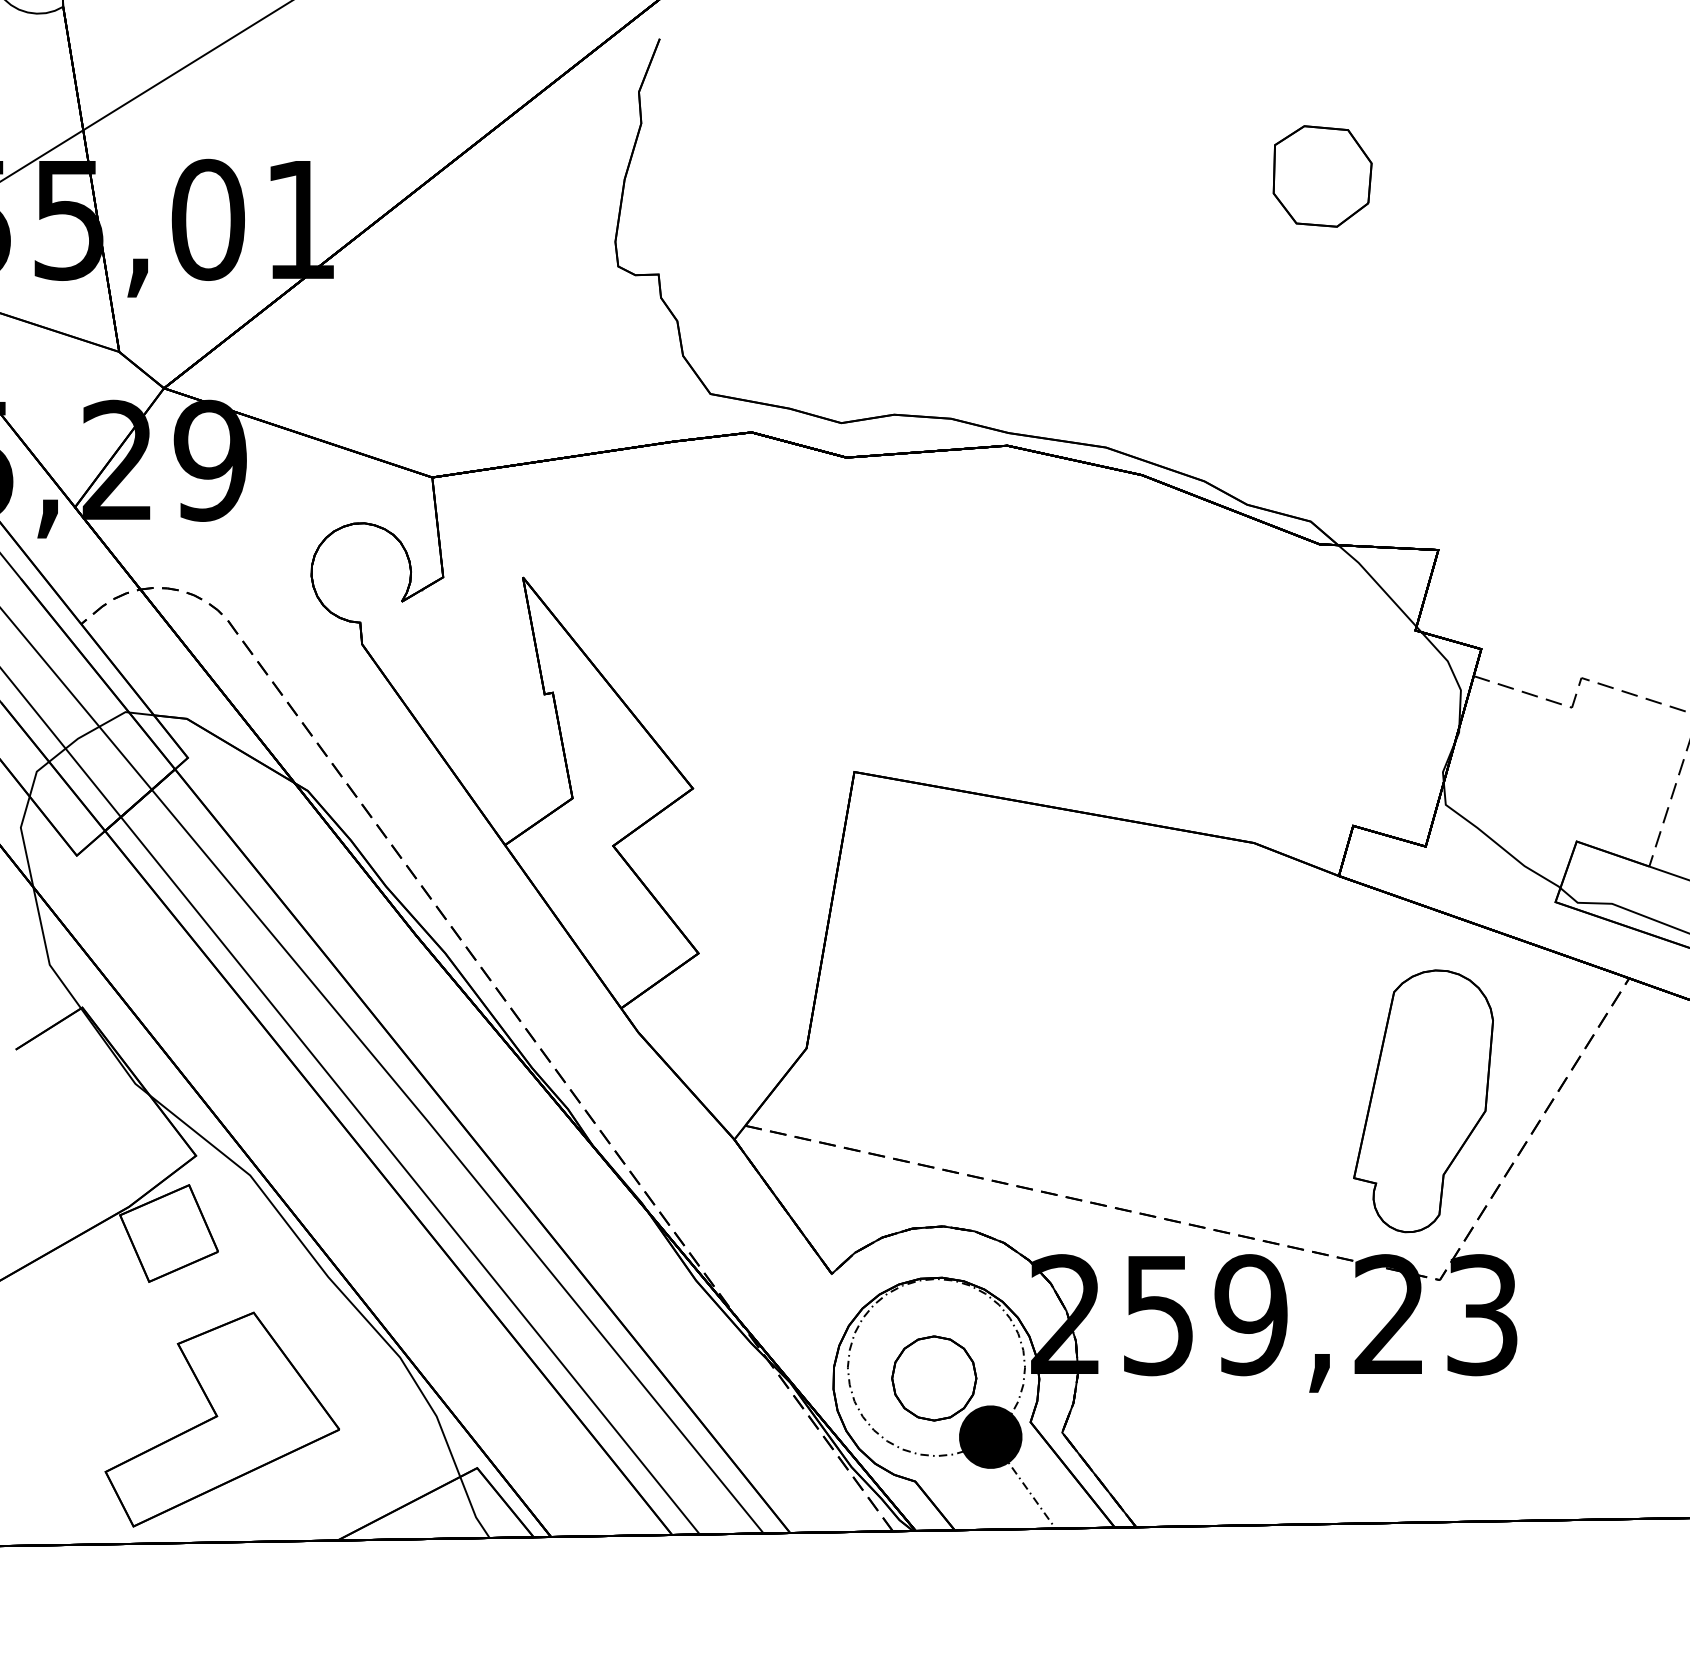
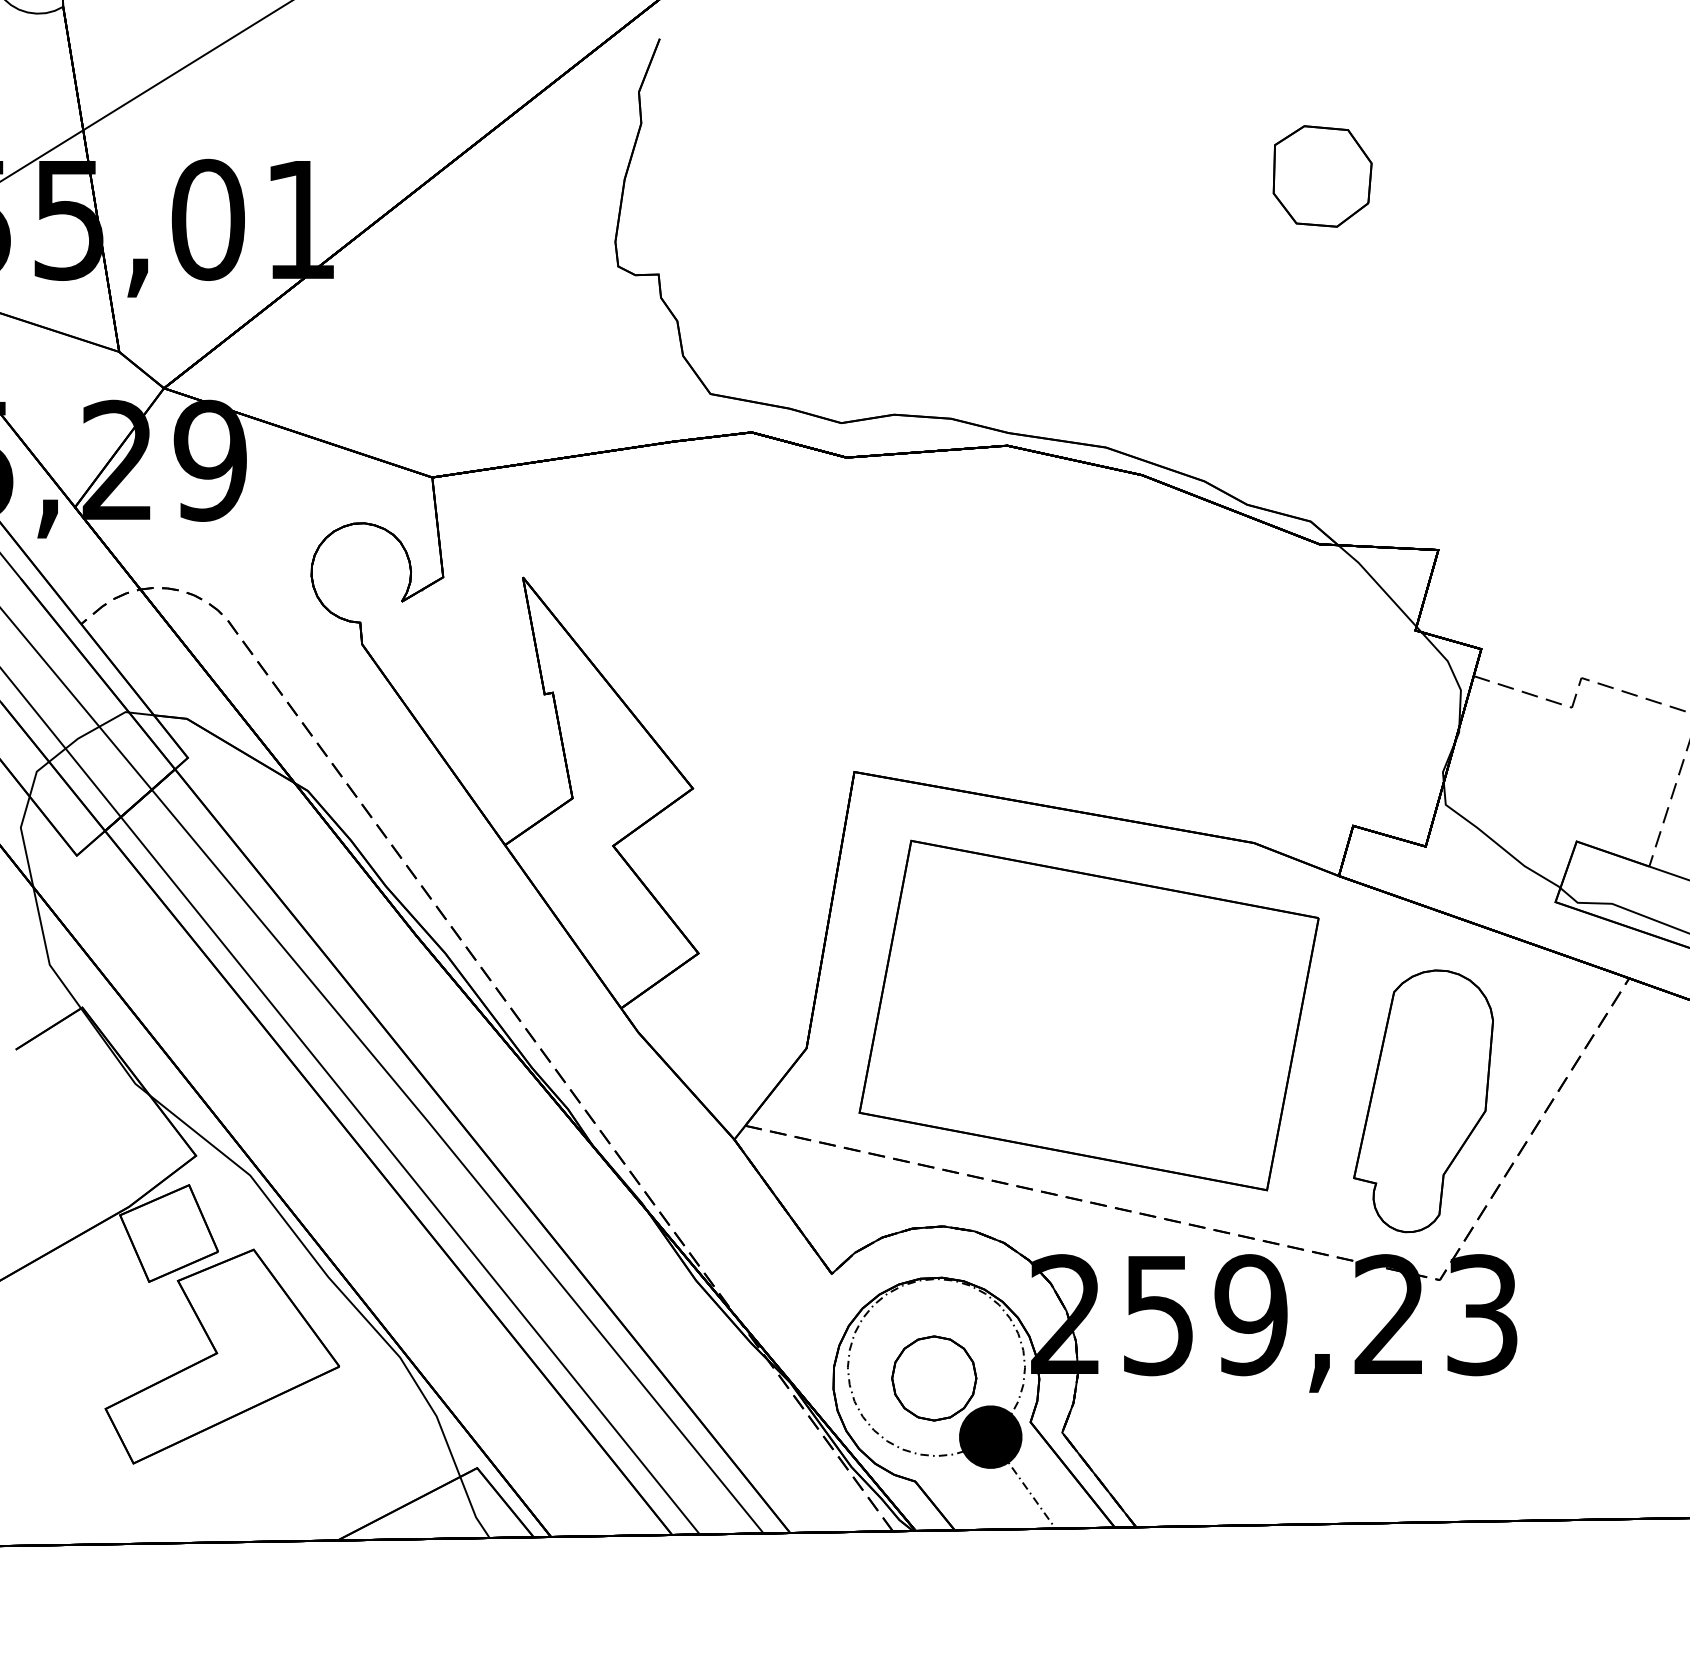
part at (1088, 1015): none -> present
part at (221, 1419) position: (221, 1419) -> (221, 1356)
